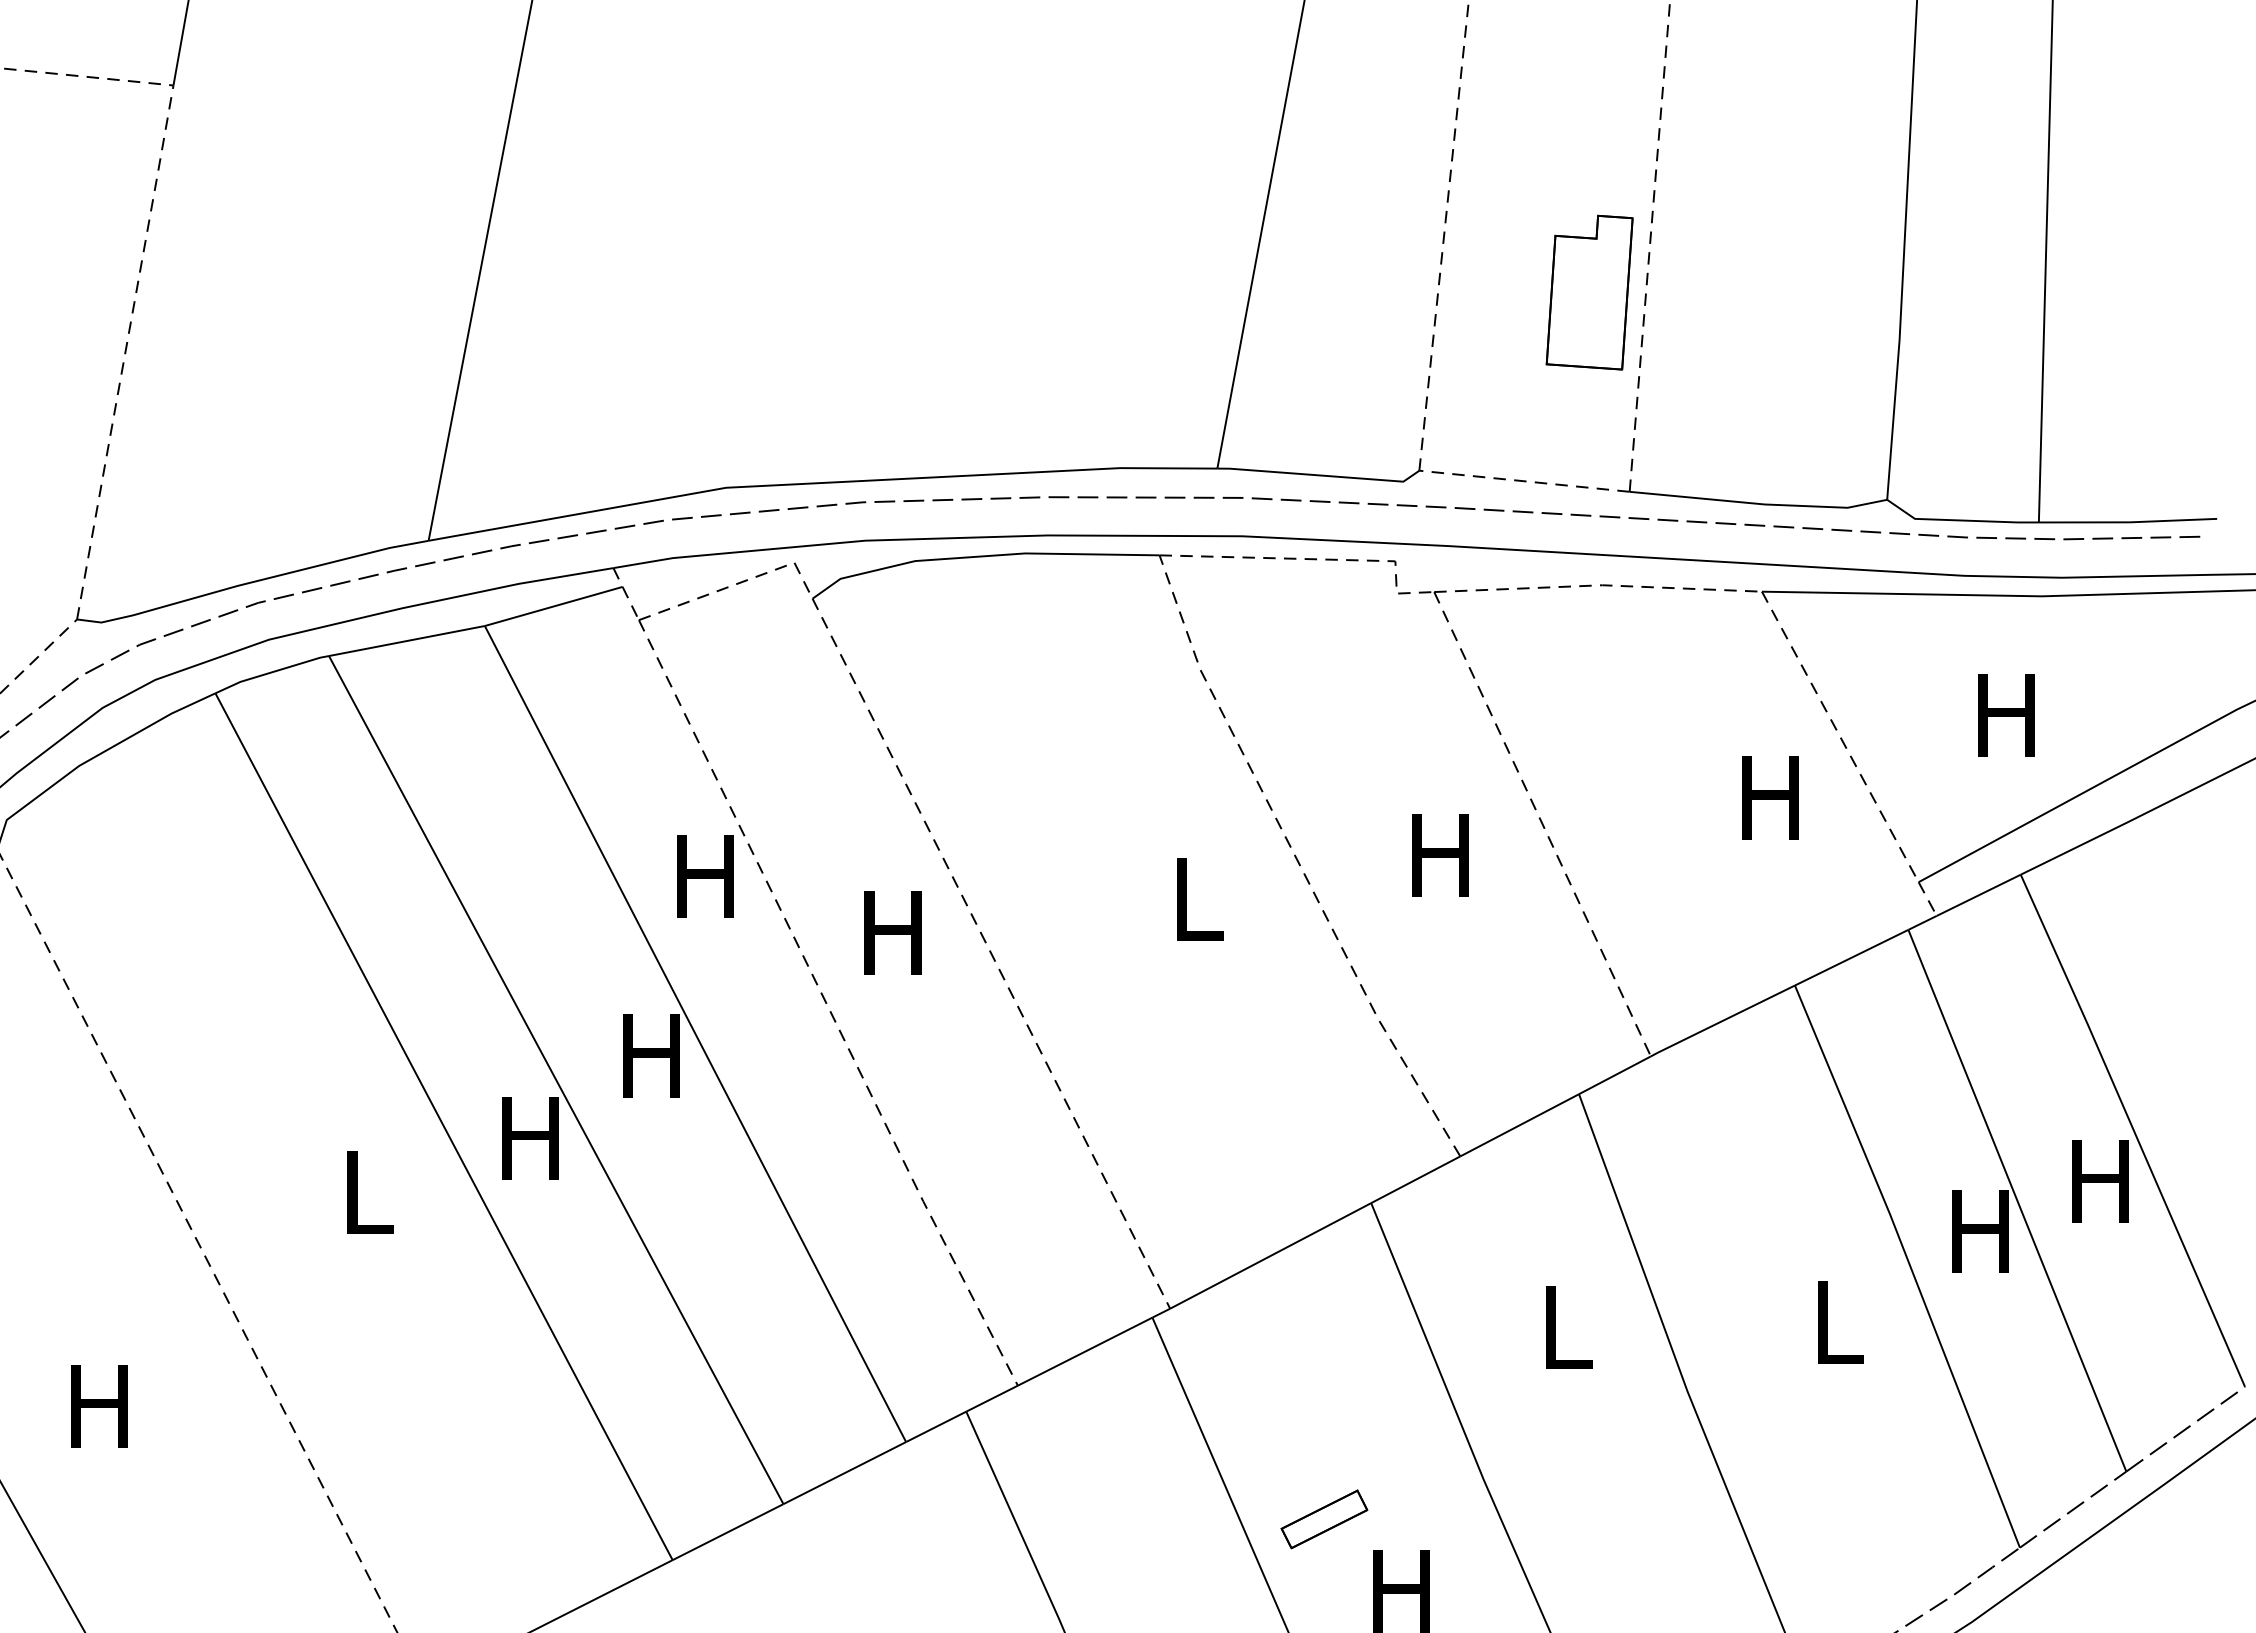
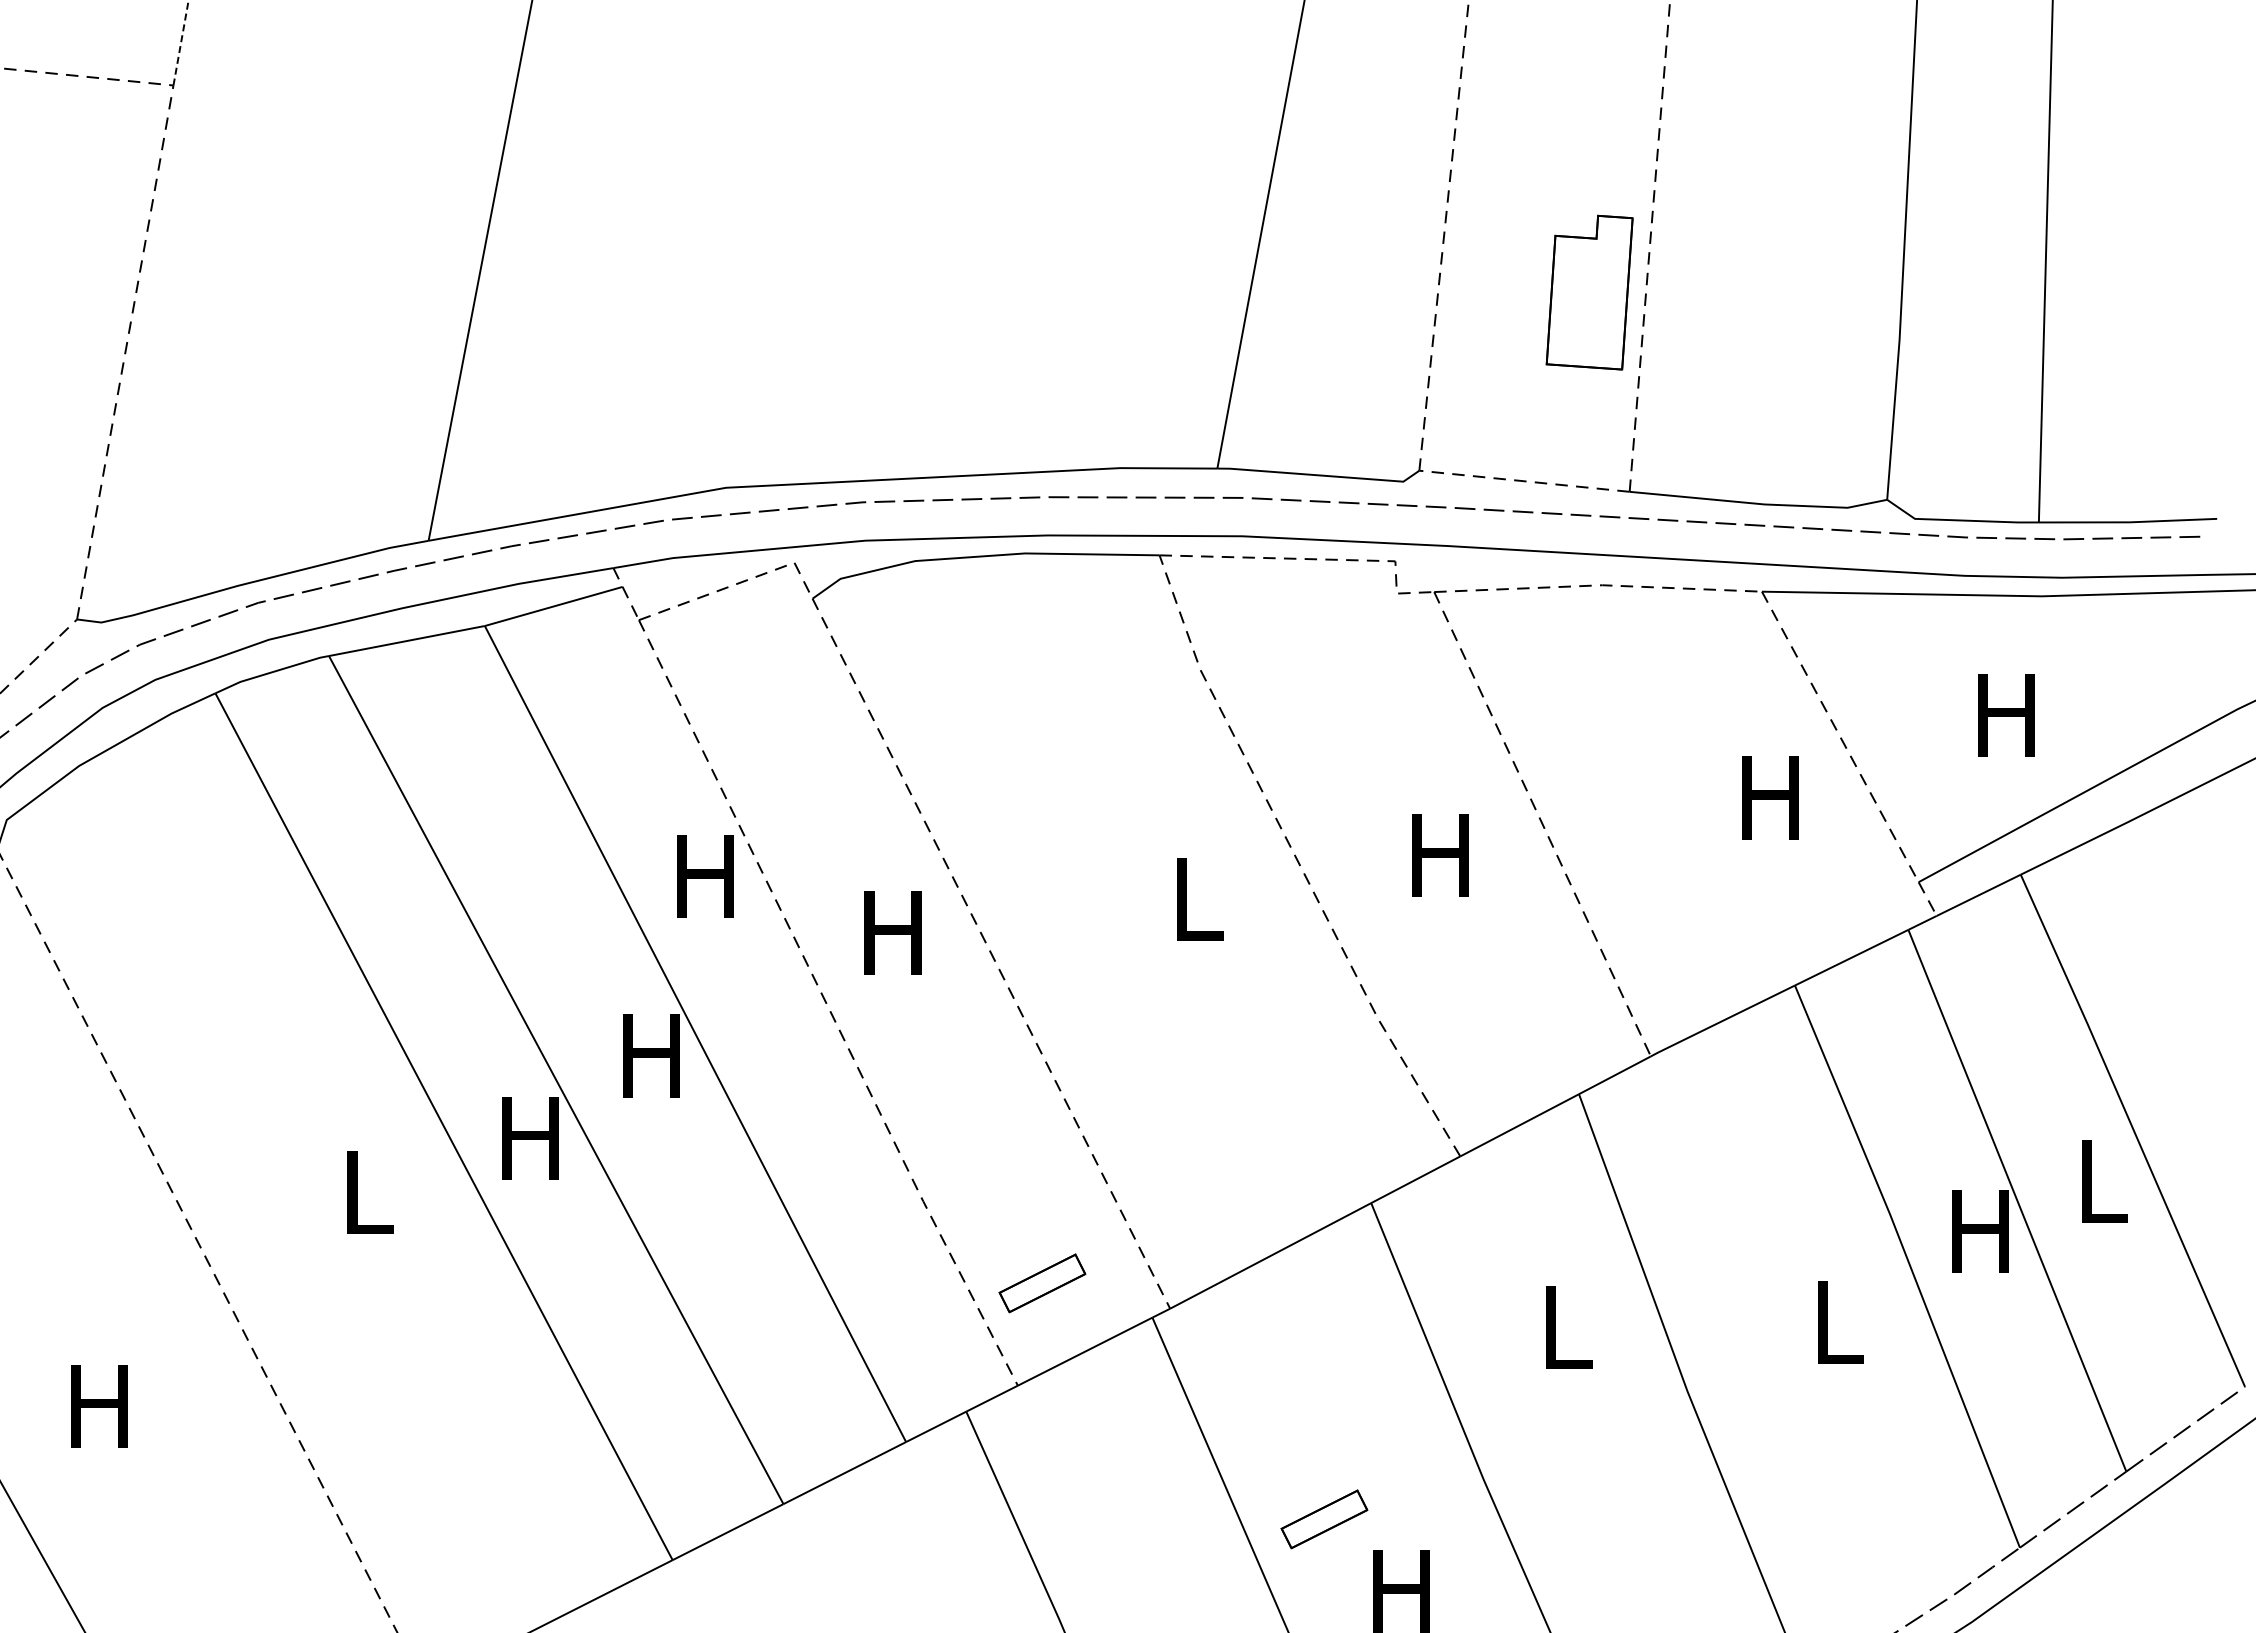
line at (181, 43): solid -> dashed
text at (2100, 1181): H -> L
part at (1042, 1283): none -> present
